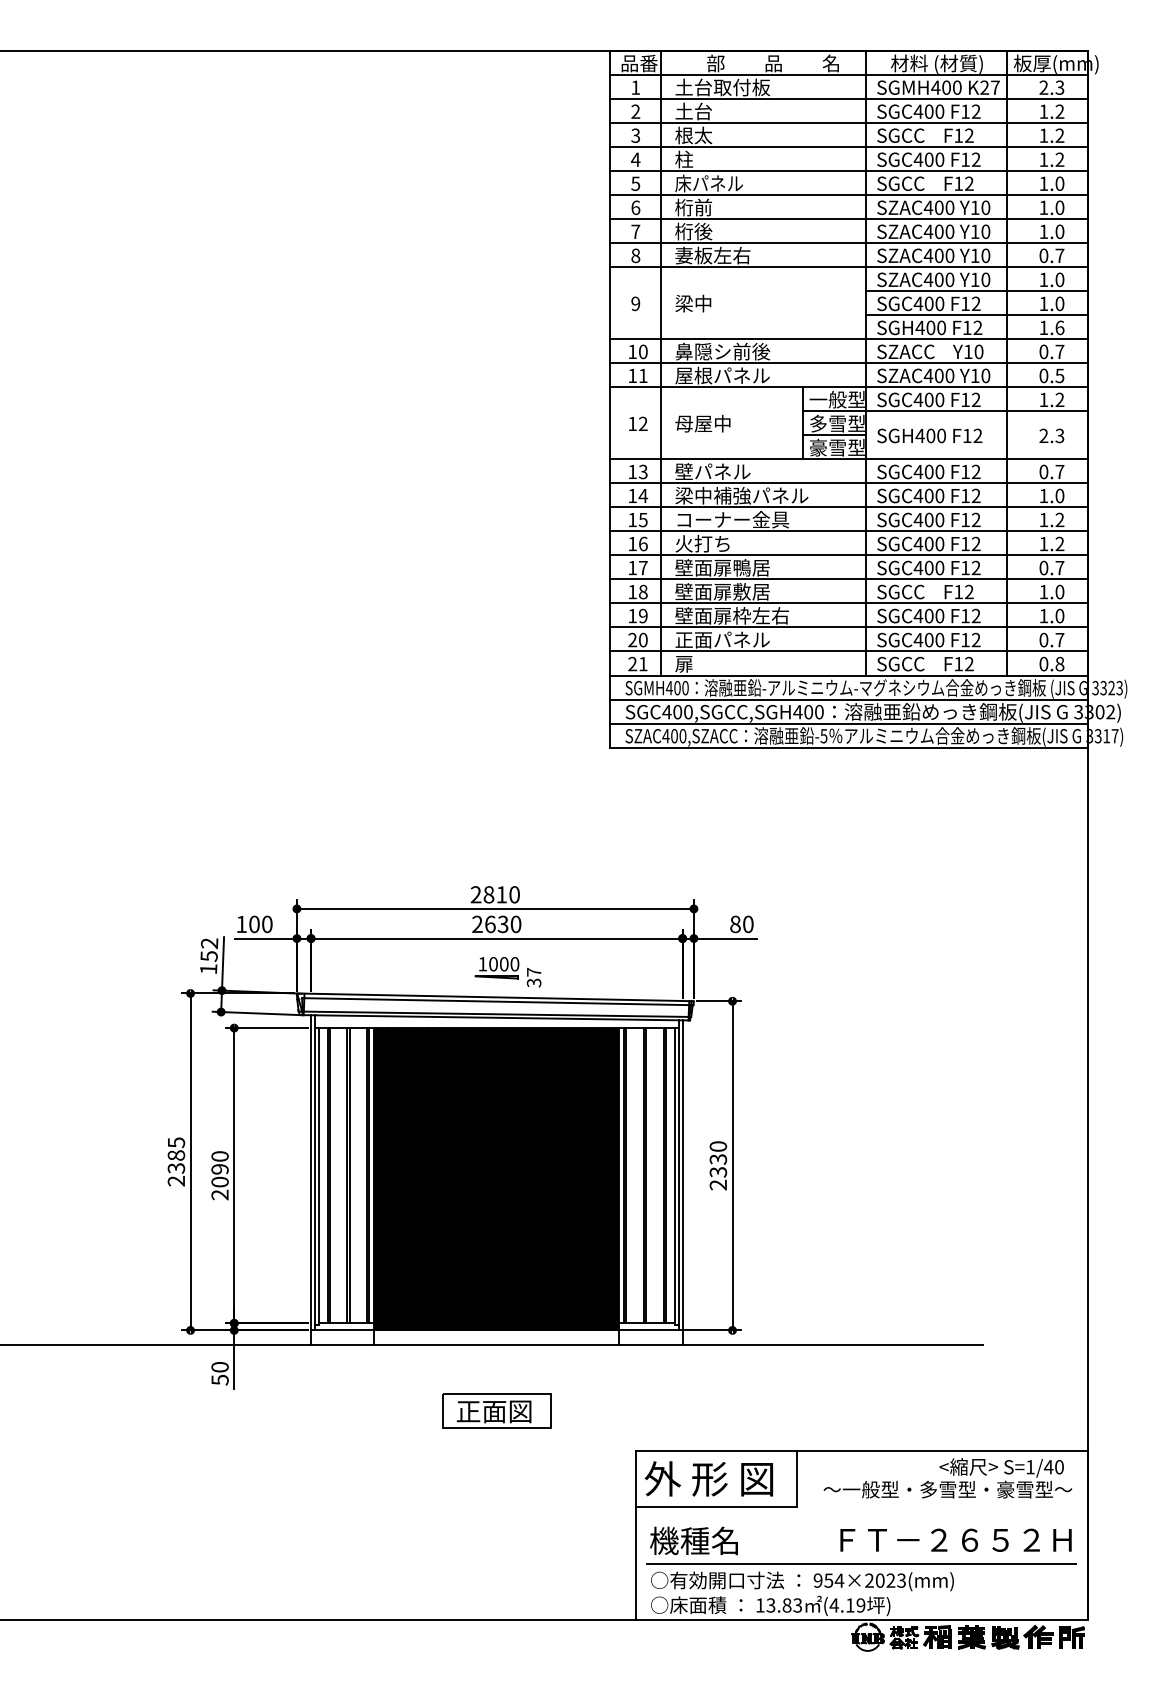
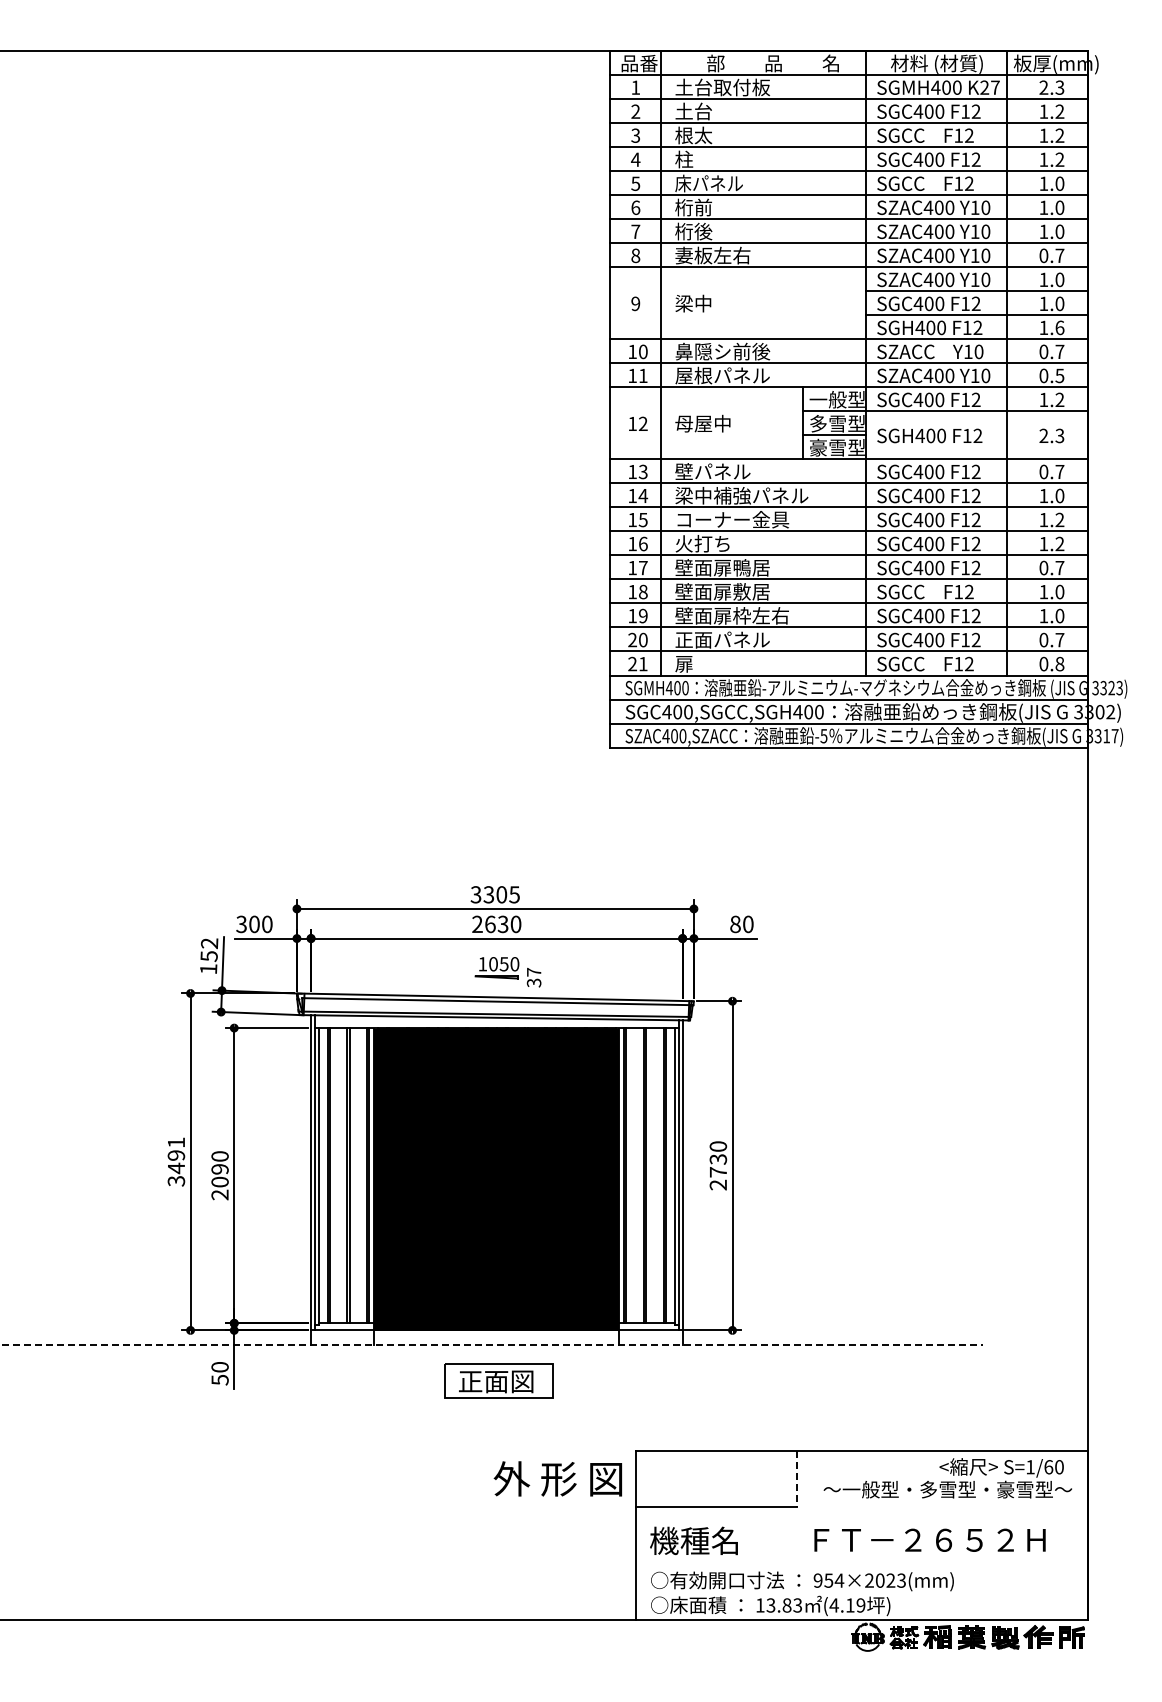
text at (494, 894): 2810 -> 3305
text at (241, 924): 100 -> 300
text at (503, 964): 1000 -> 1050
text at (176, 1161): 2385 -> 3491
text at (718, 1172): 2330 -> 2730
line at (491, 1344): solid -> dashed
part at (496, 1410) position: (496, 1410) -> (498, 1380)
text at (1048, 1467): S=1/40 -> S=1/60
text at (708, 1478) position: (708, 1478) -> (557, 1478)
line at (797, 1479): solid -> dashed
text at (955, 1539) position: (955, 1539) -> (929, 1539)
line at (861, 1563): present -> none
